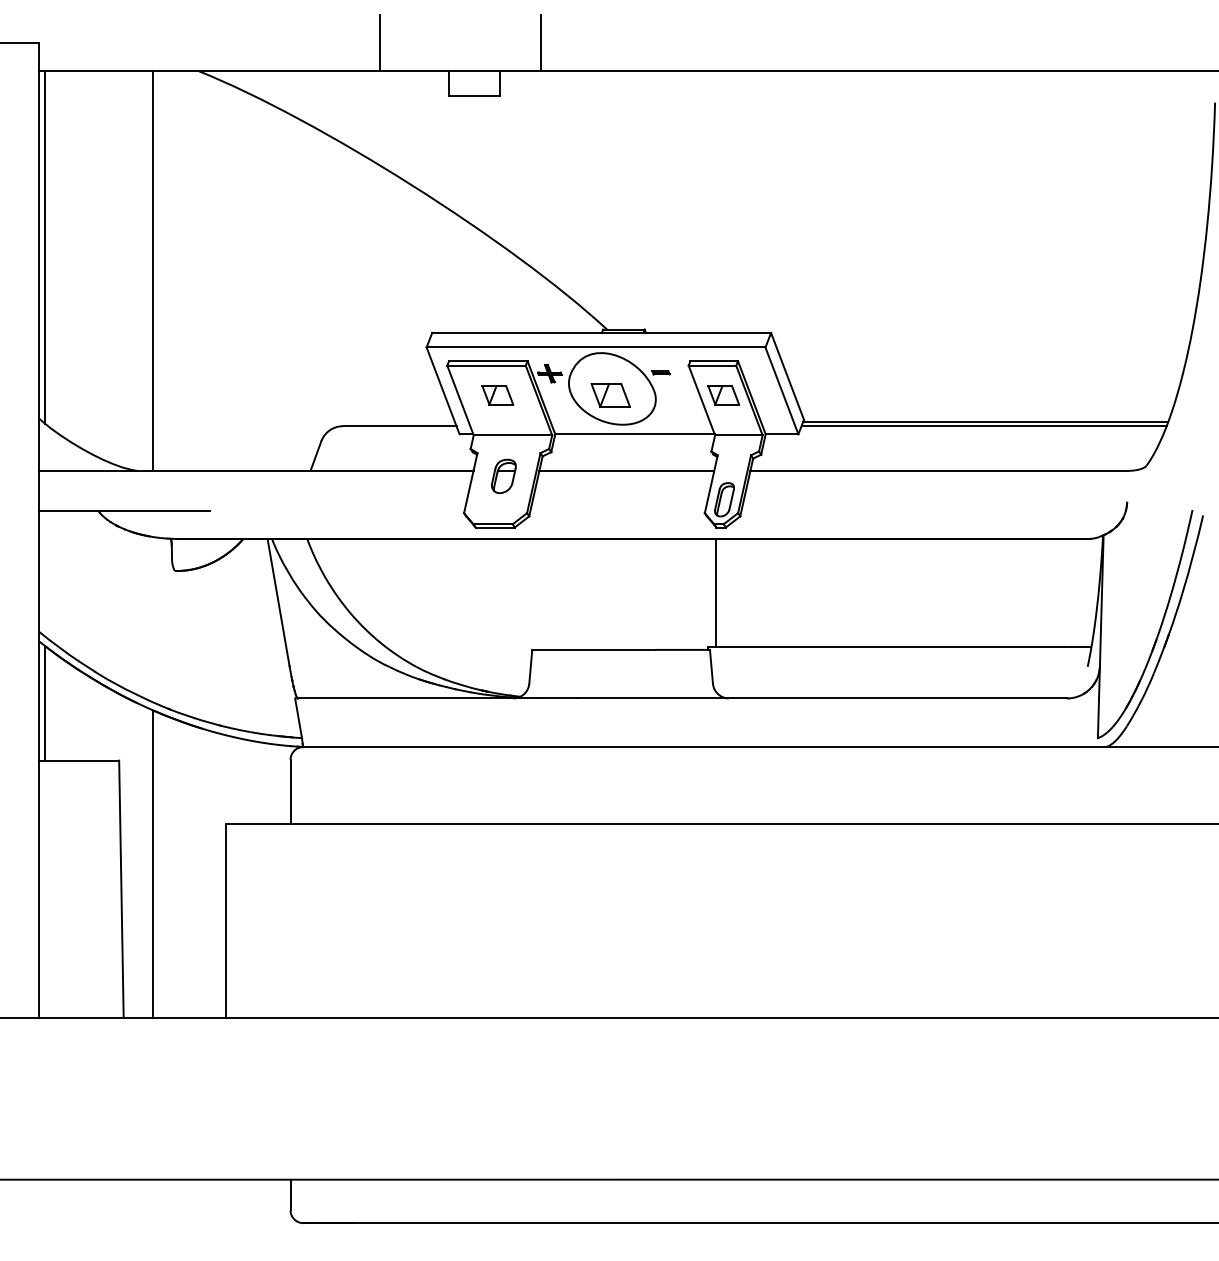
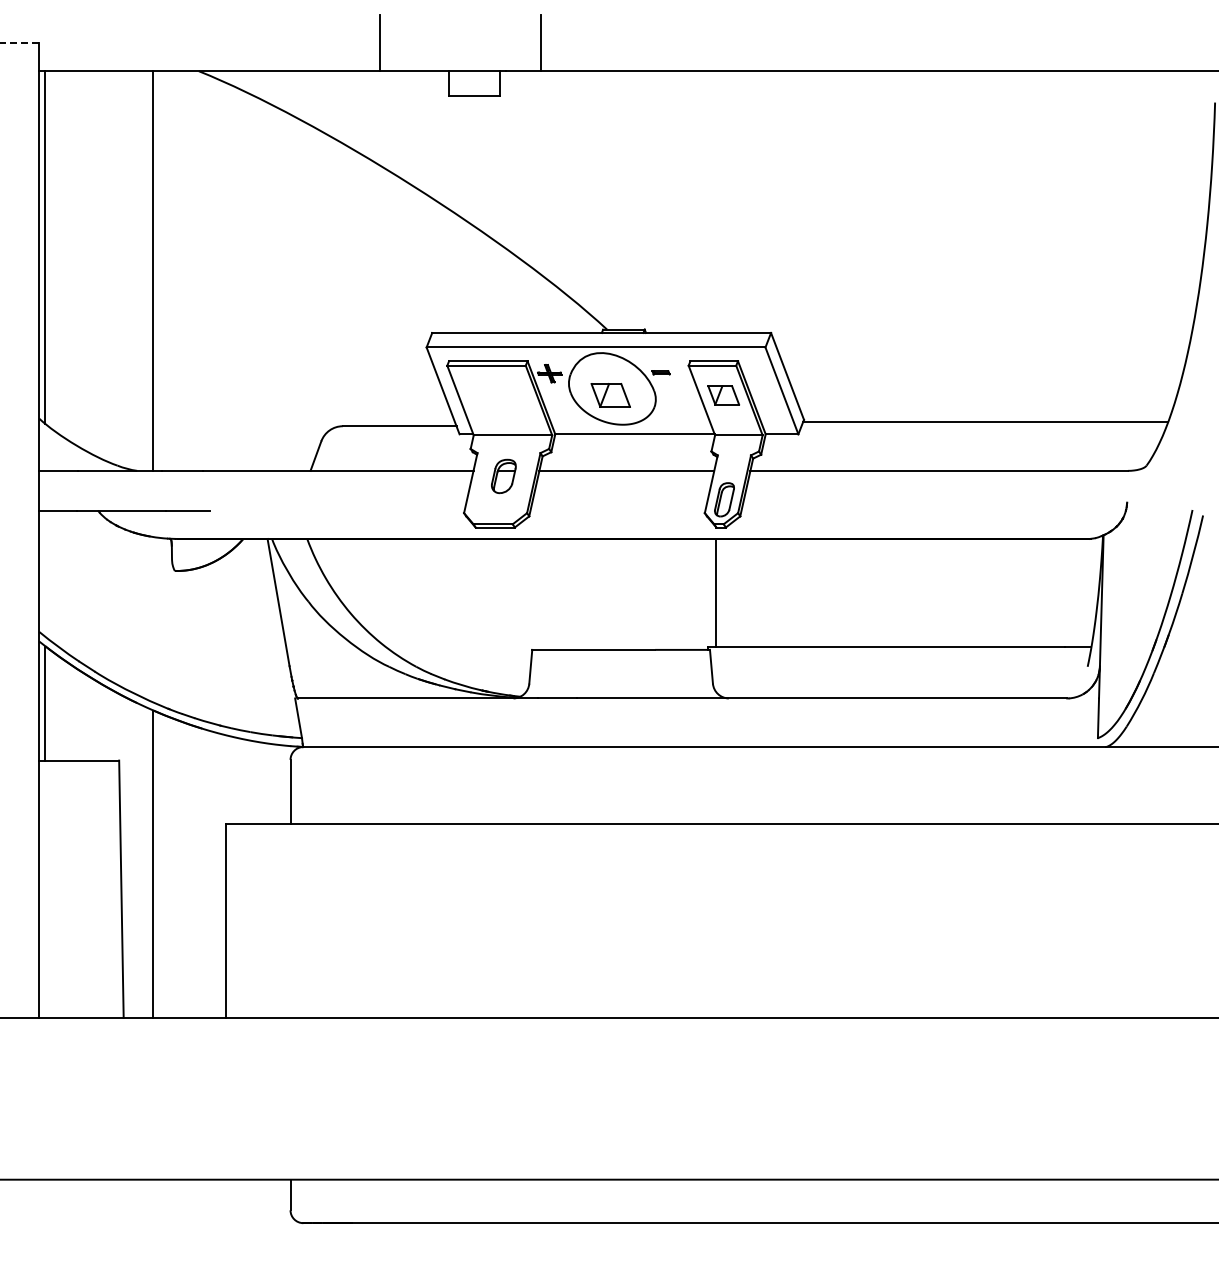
line at (19, 42): solid -> dashed
part at (497, 395): present -> none
line at (983, 426): present -> none
